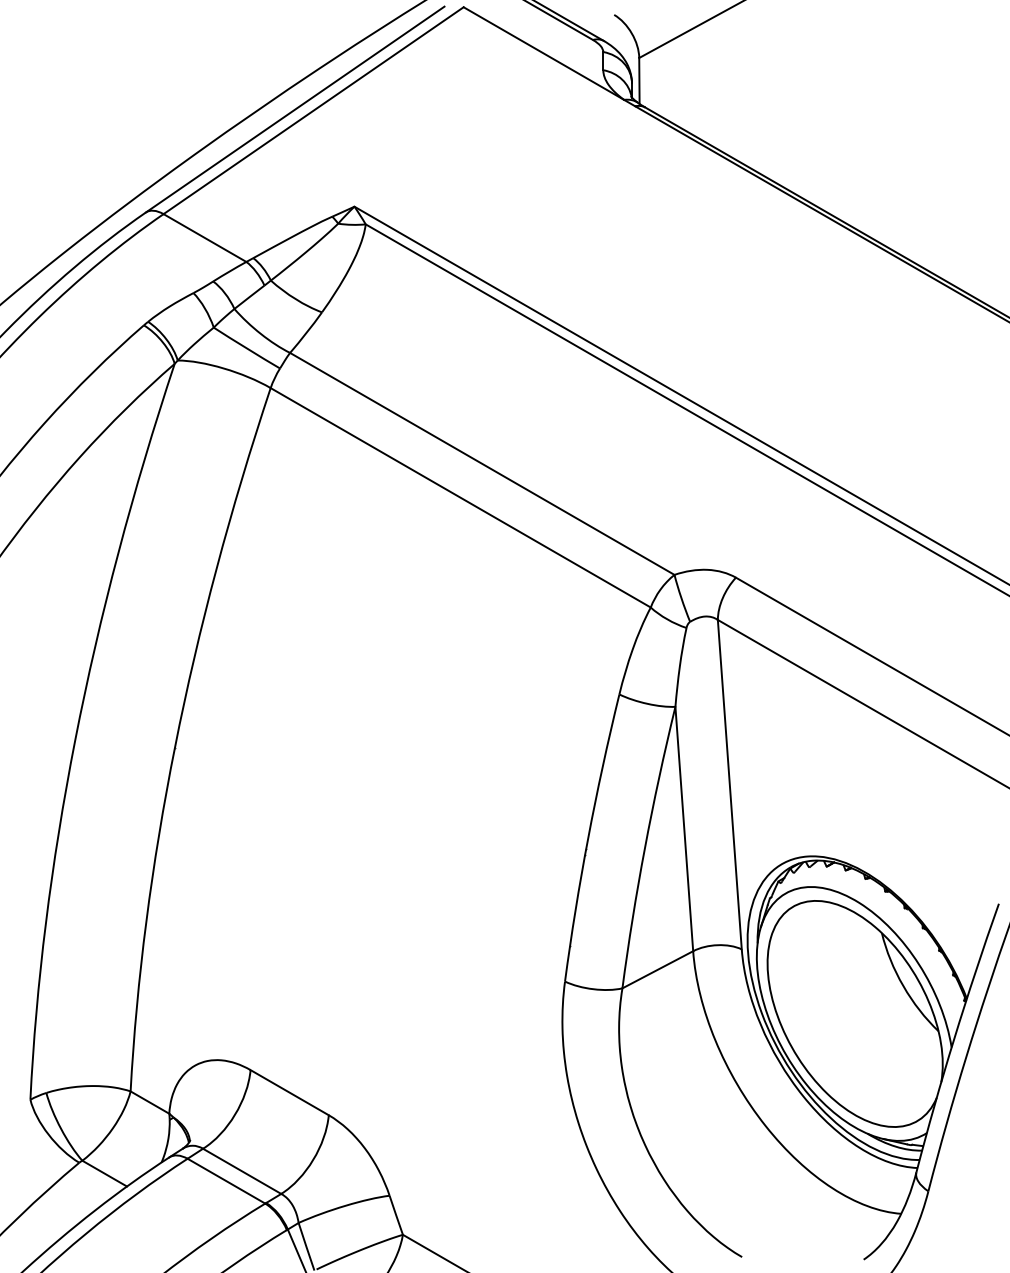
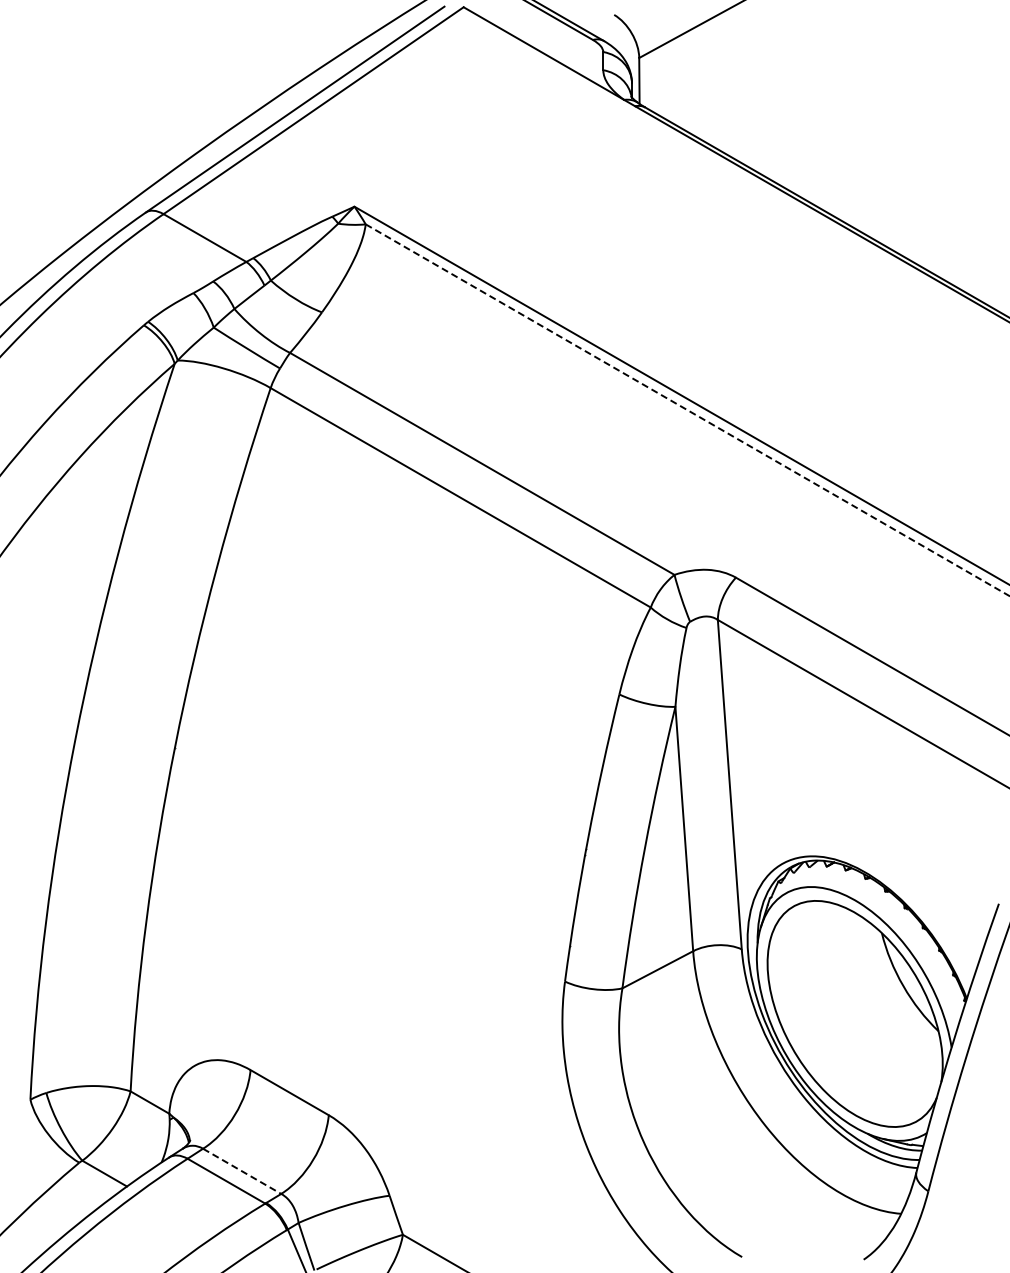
line at (687, 410): solid -> dashed
line at (242, 1171): solid -> dashed
